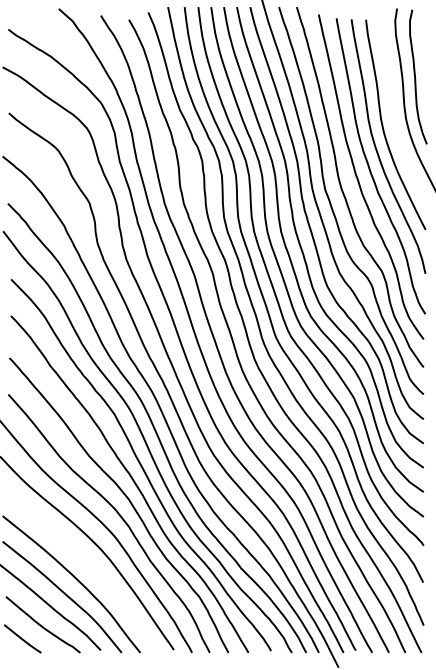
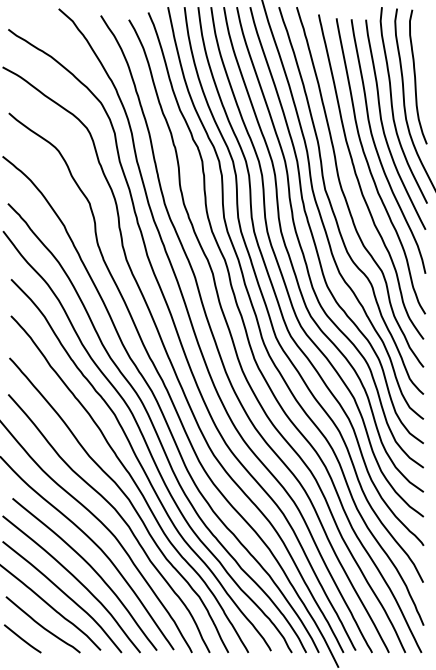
curve at (393, 108): none -> present
curve at (90, 567): none -> present
